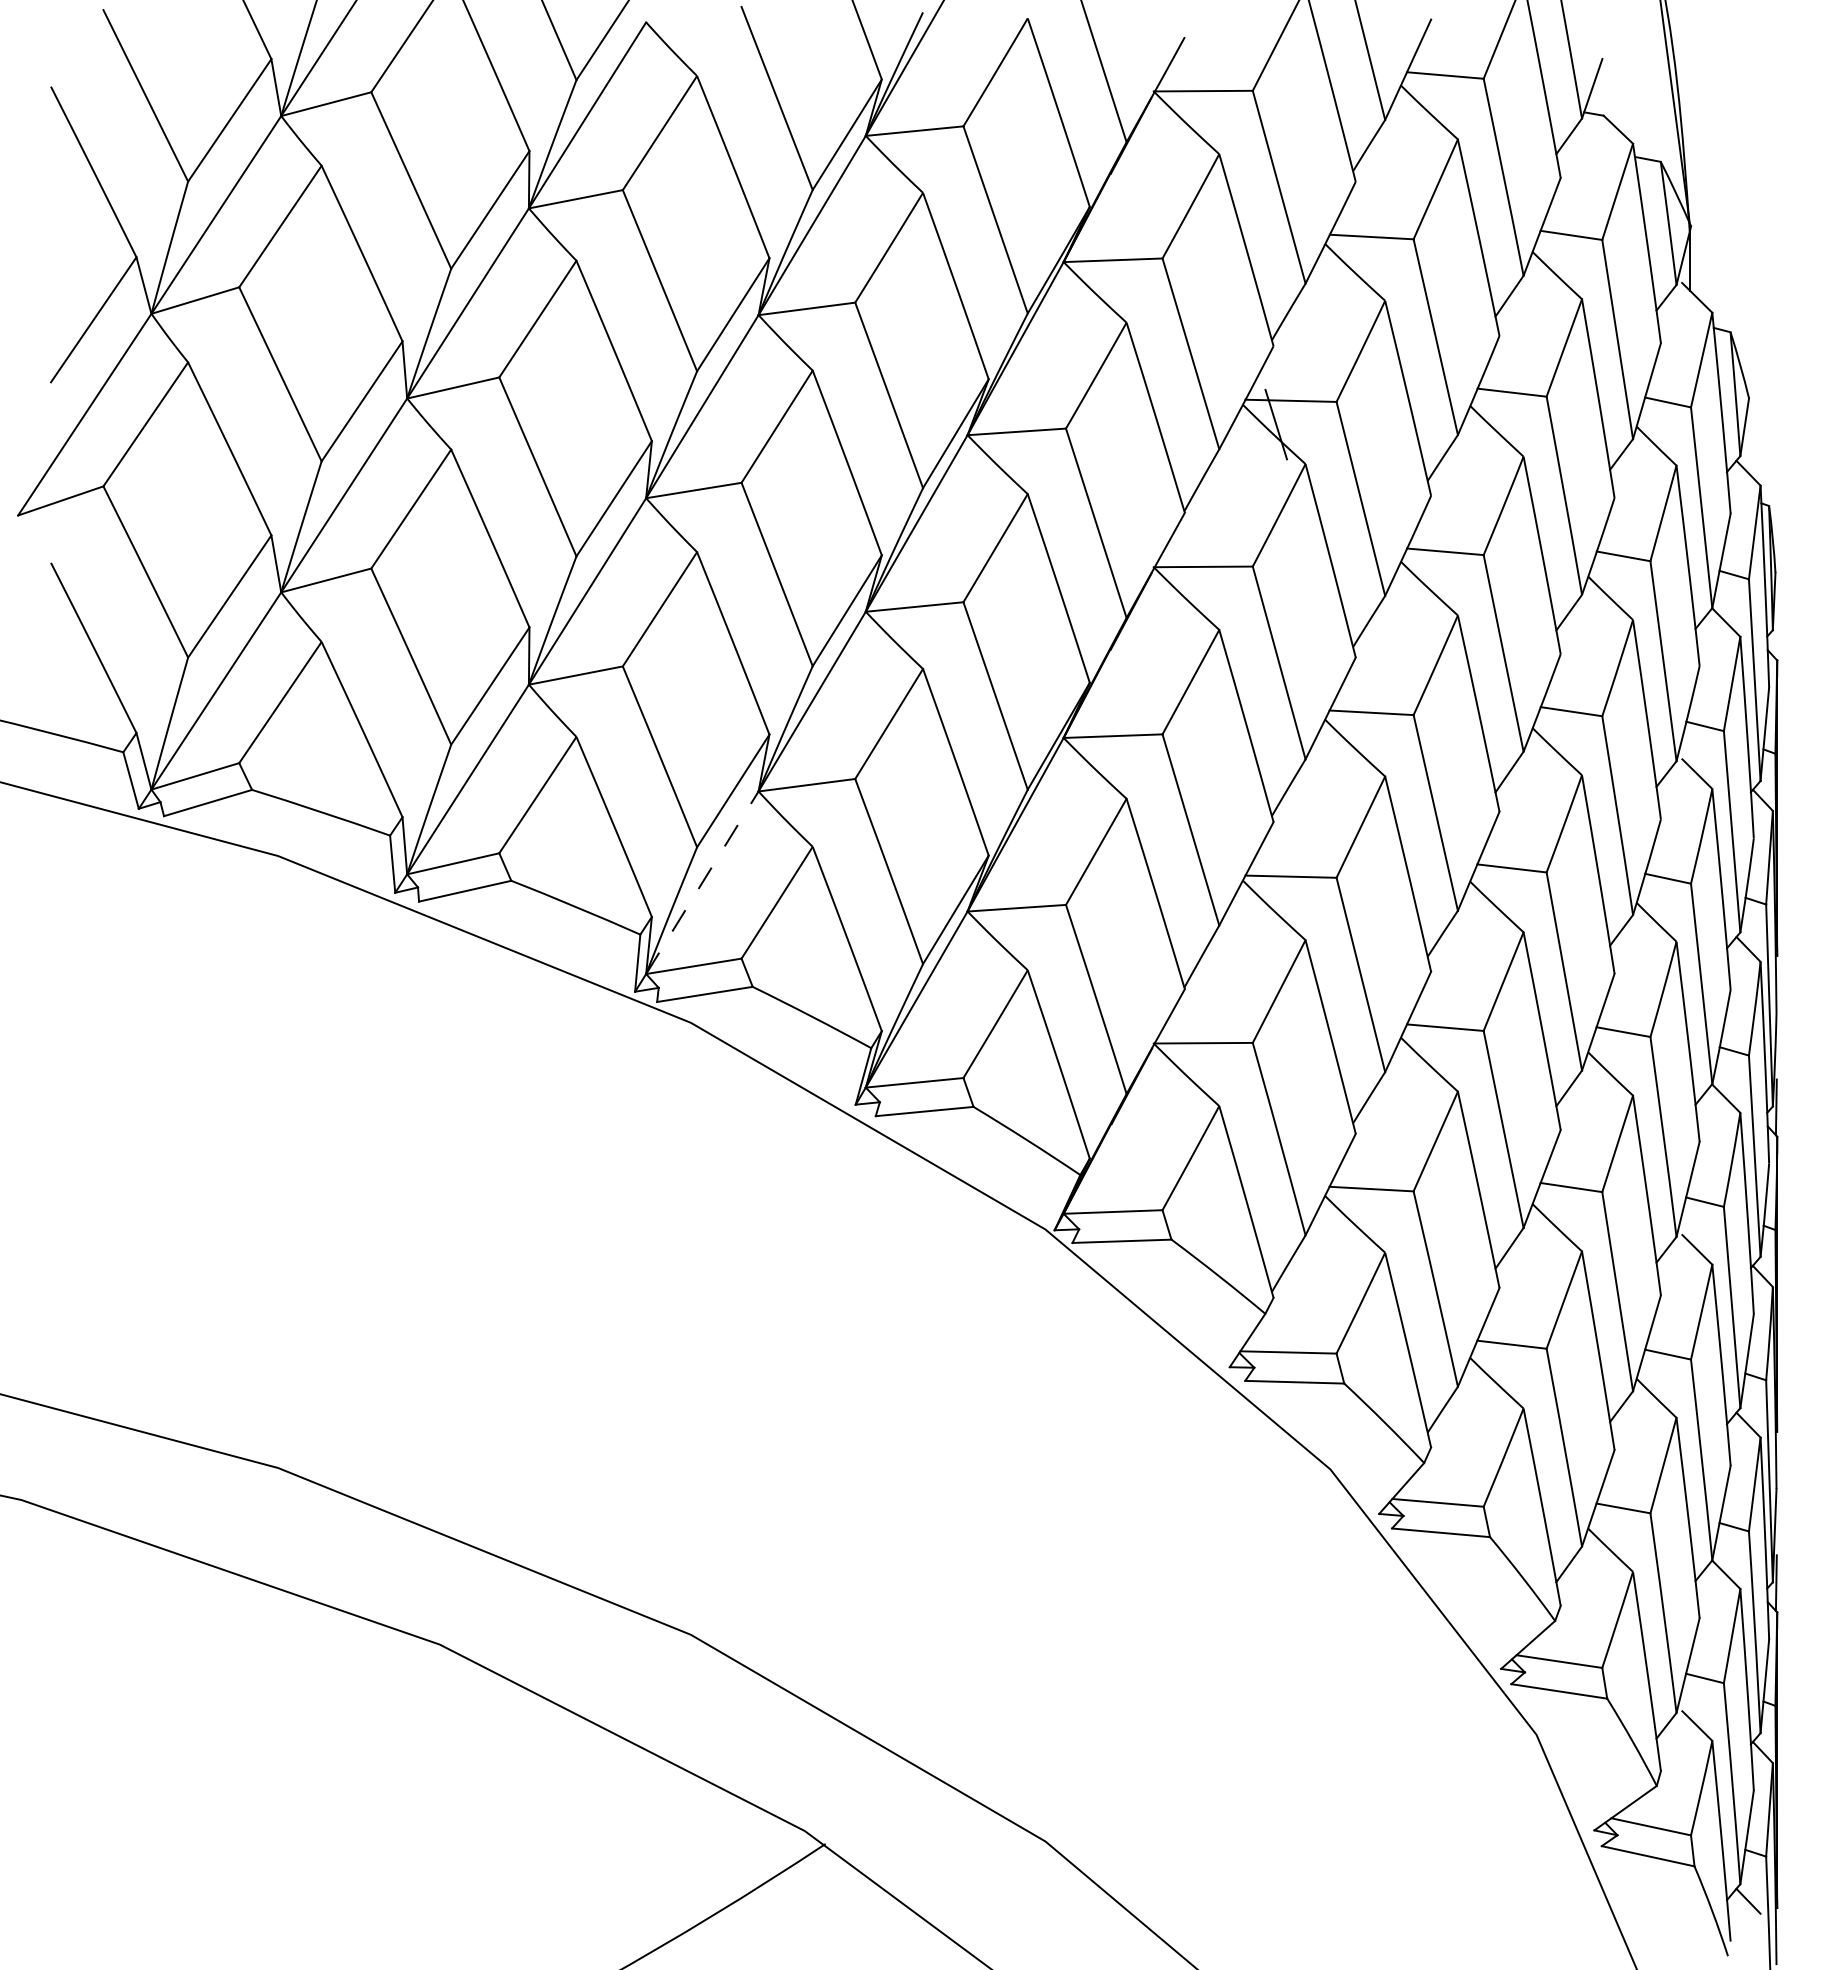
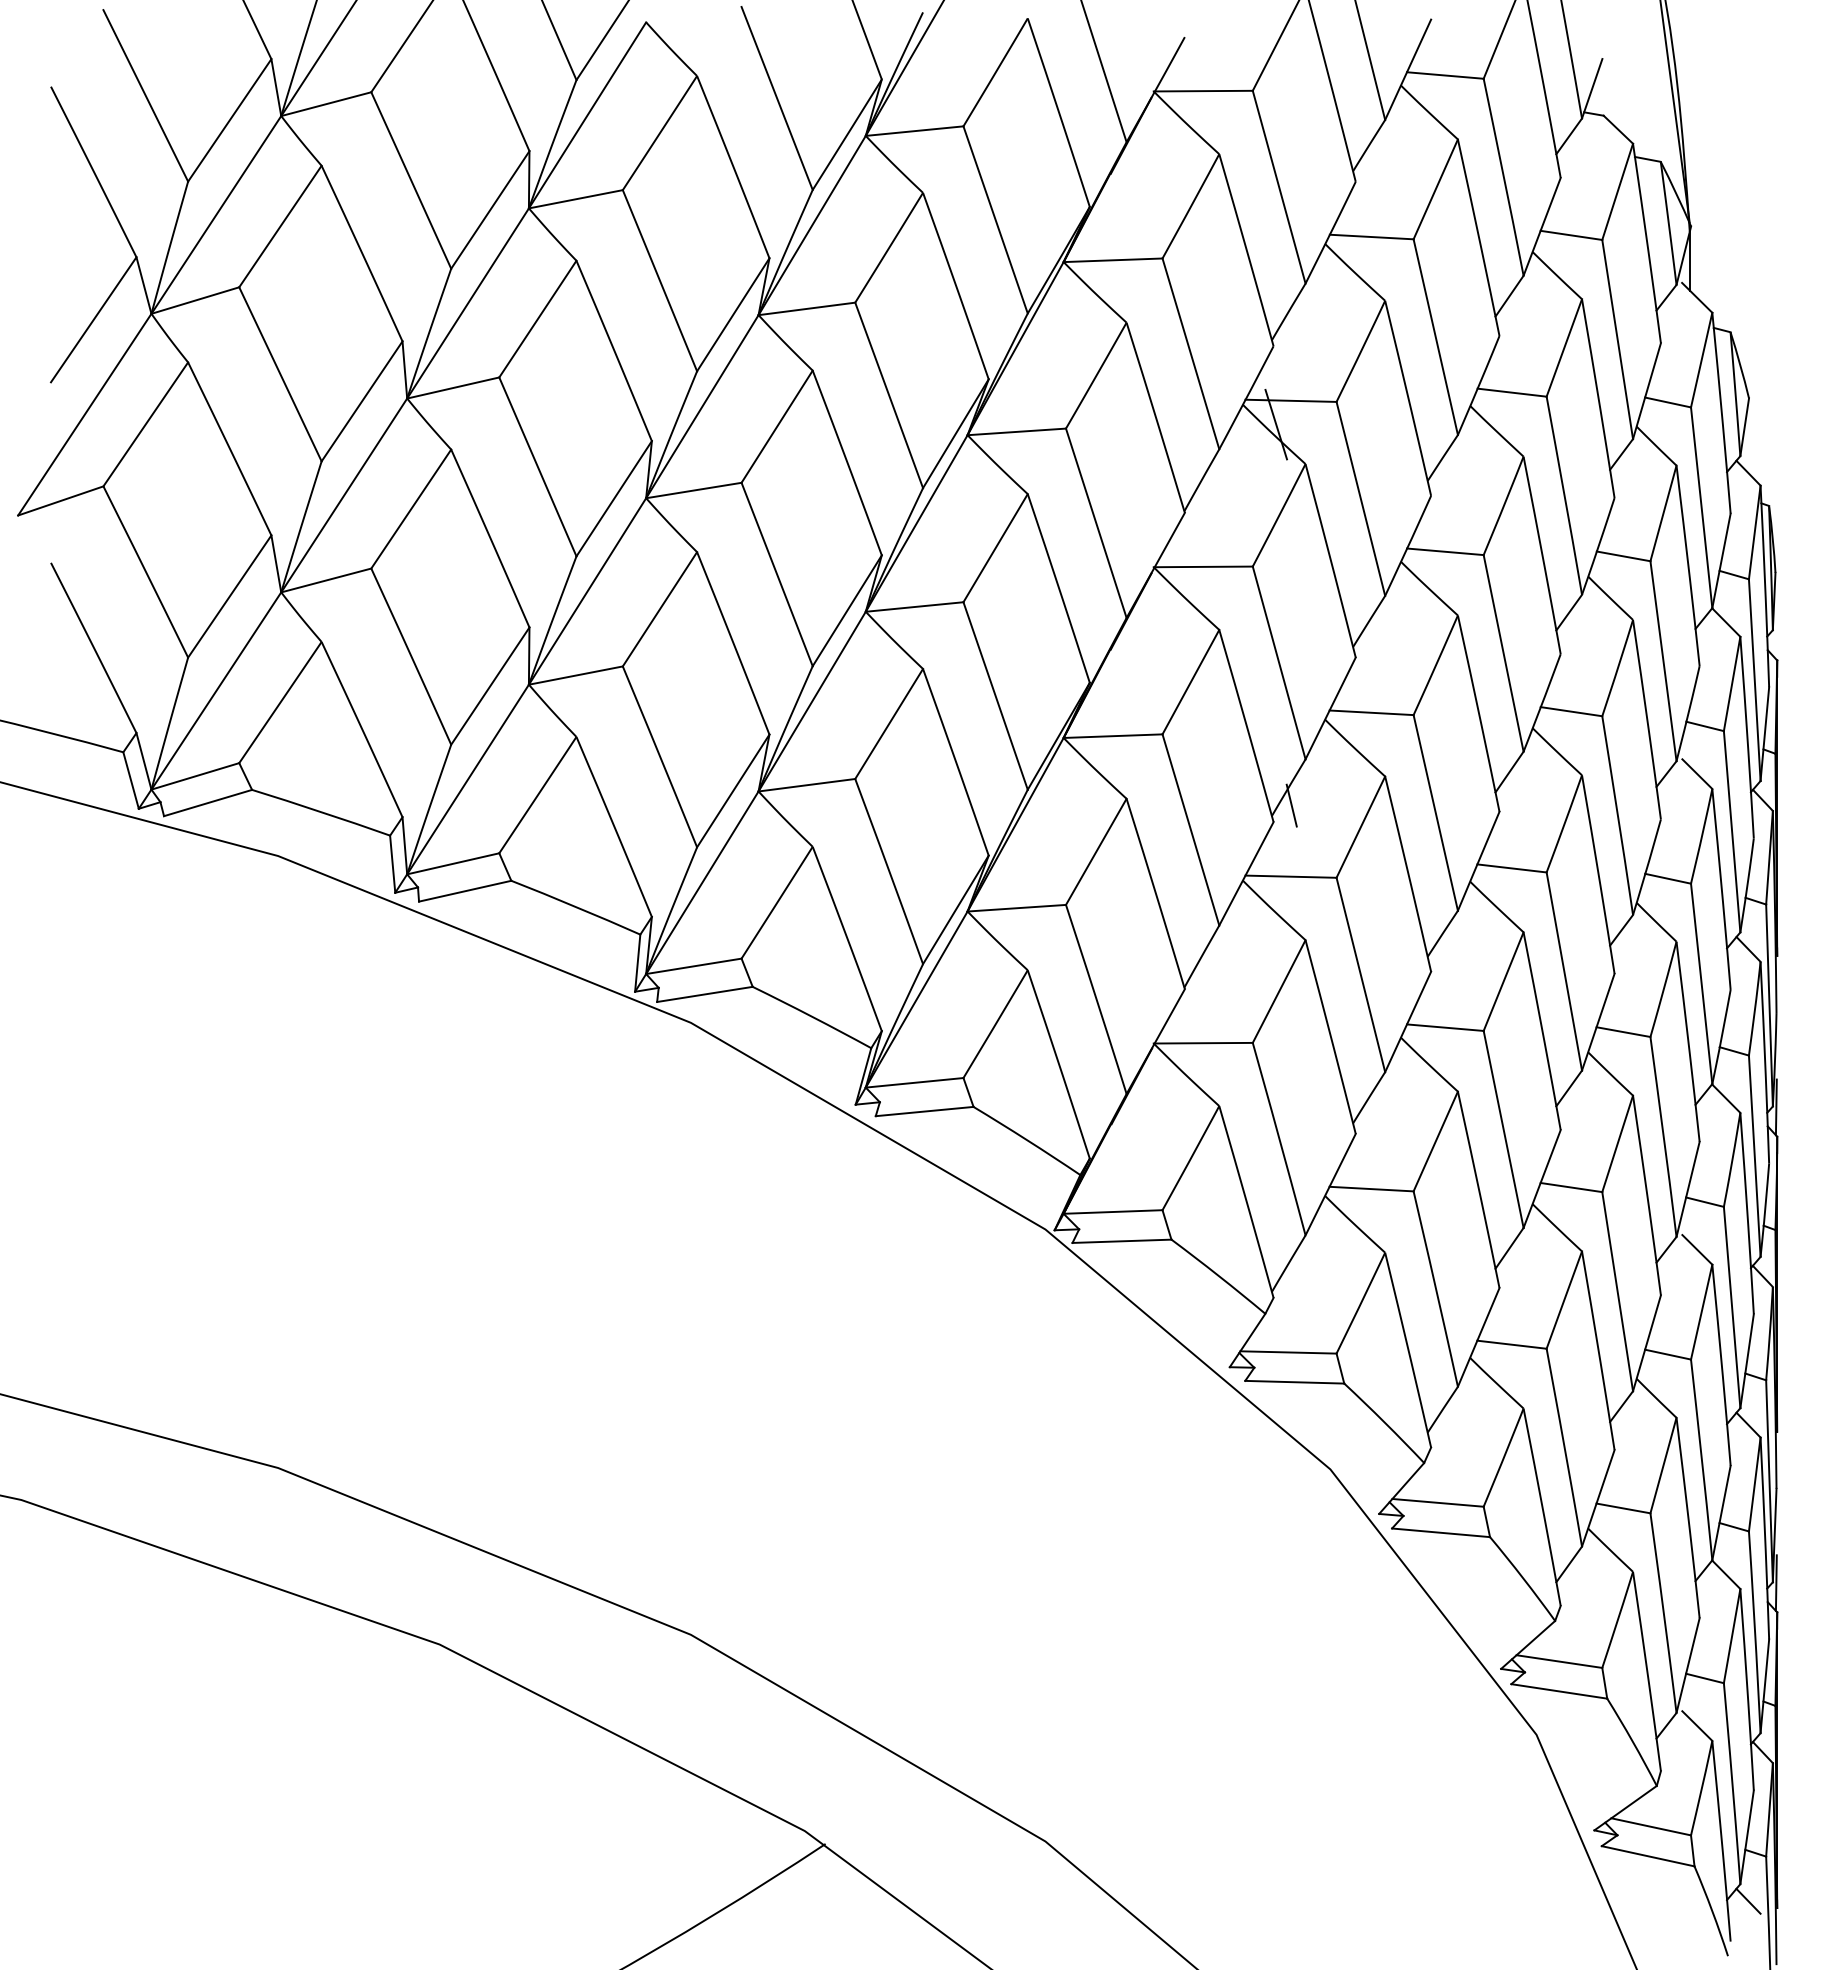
line at (1291, 805): none -> present
line at (702, 882): dashed -> solid
